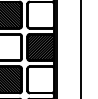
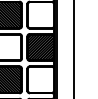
line at (80, 48) position: (80, 48) -> (73, 48)
